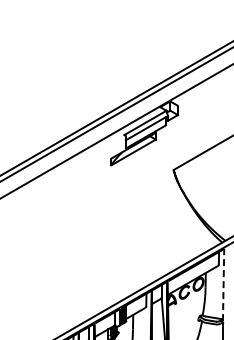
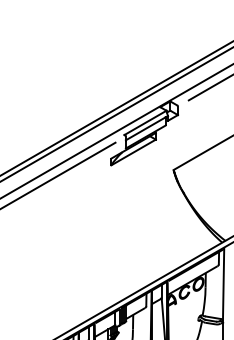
line at (209, 88): none -> present
line at (58, 174): none -> present
line at (223, 284): dashed -> solid
